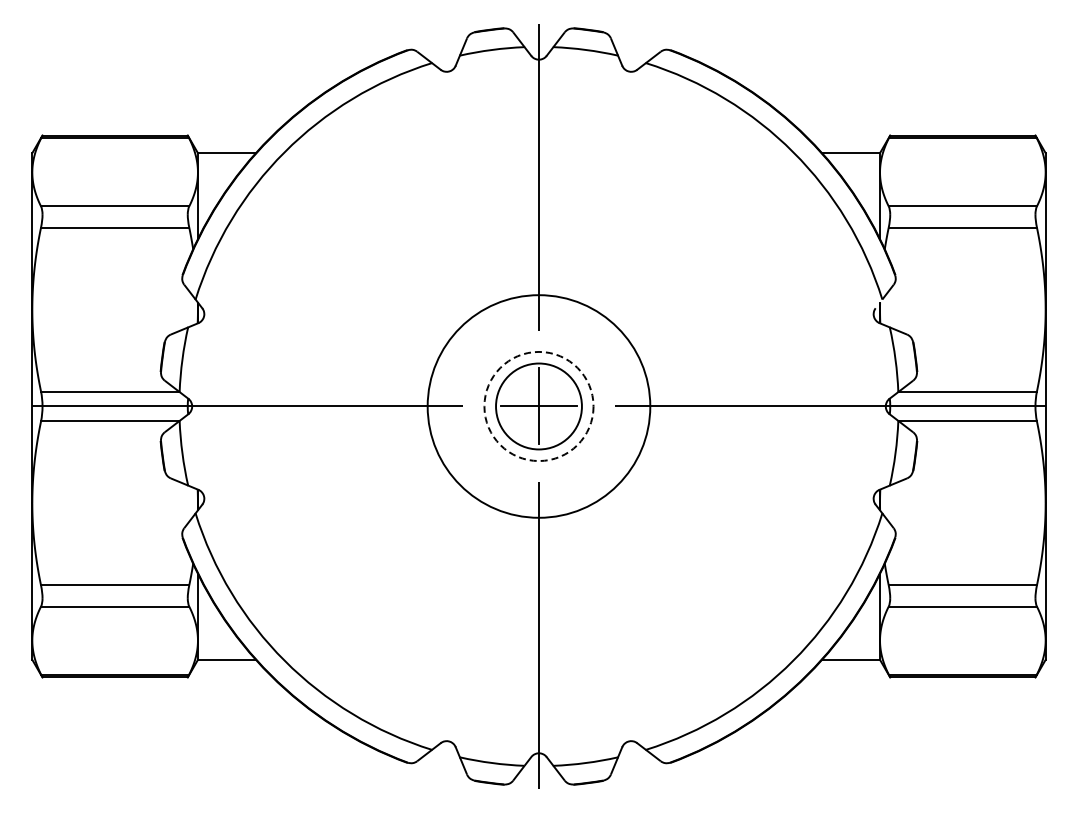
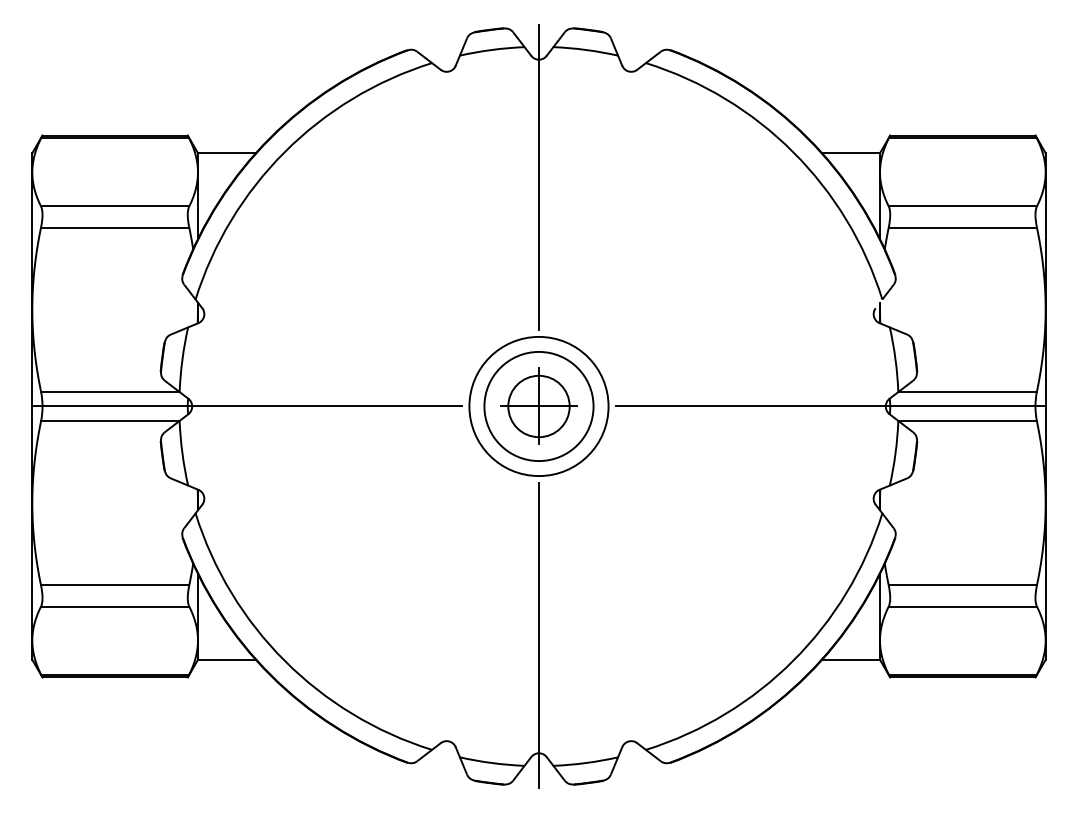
circle at (538, 406) diameter: 223 px -> 139 px
circle at (538, 406) diameter: 86 px -> 61 px
circle at (538, 406): dashed -> solid
